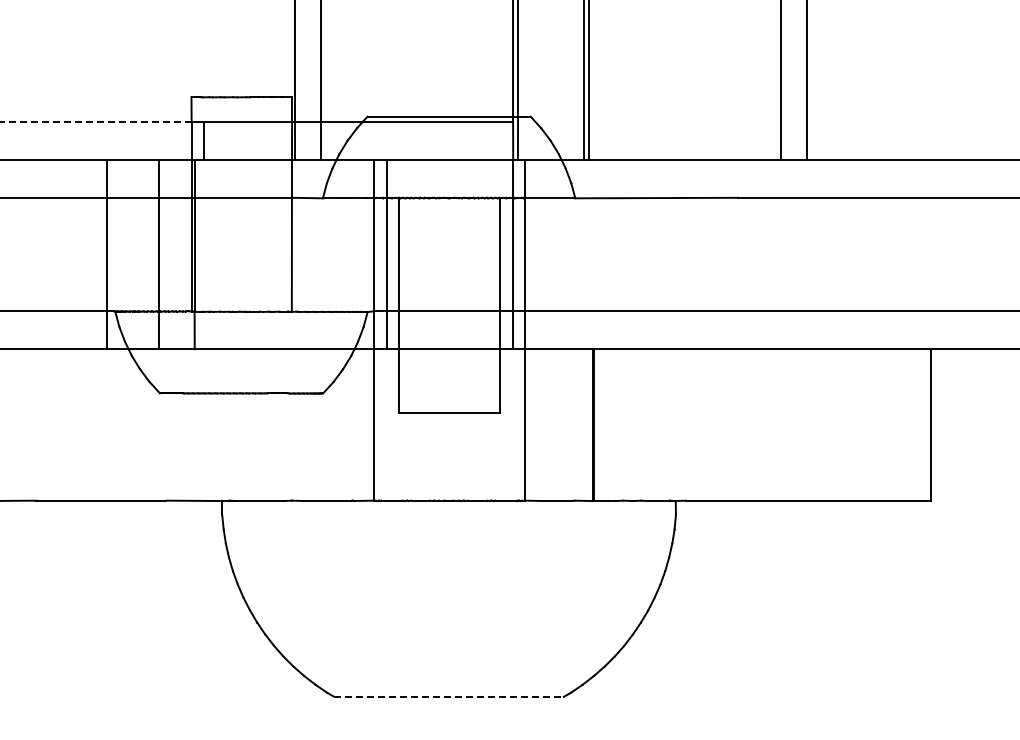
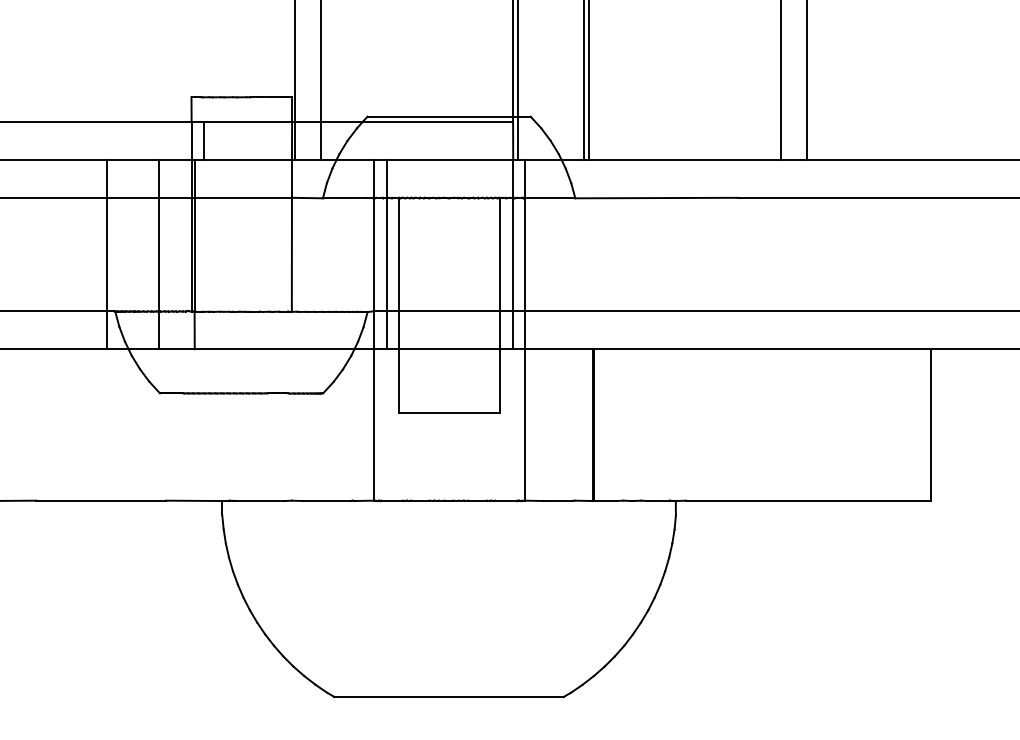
line at (96, 122): dashed -> solid
line at (449, 696): dashed -> solid
